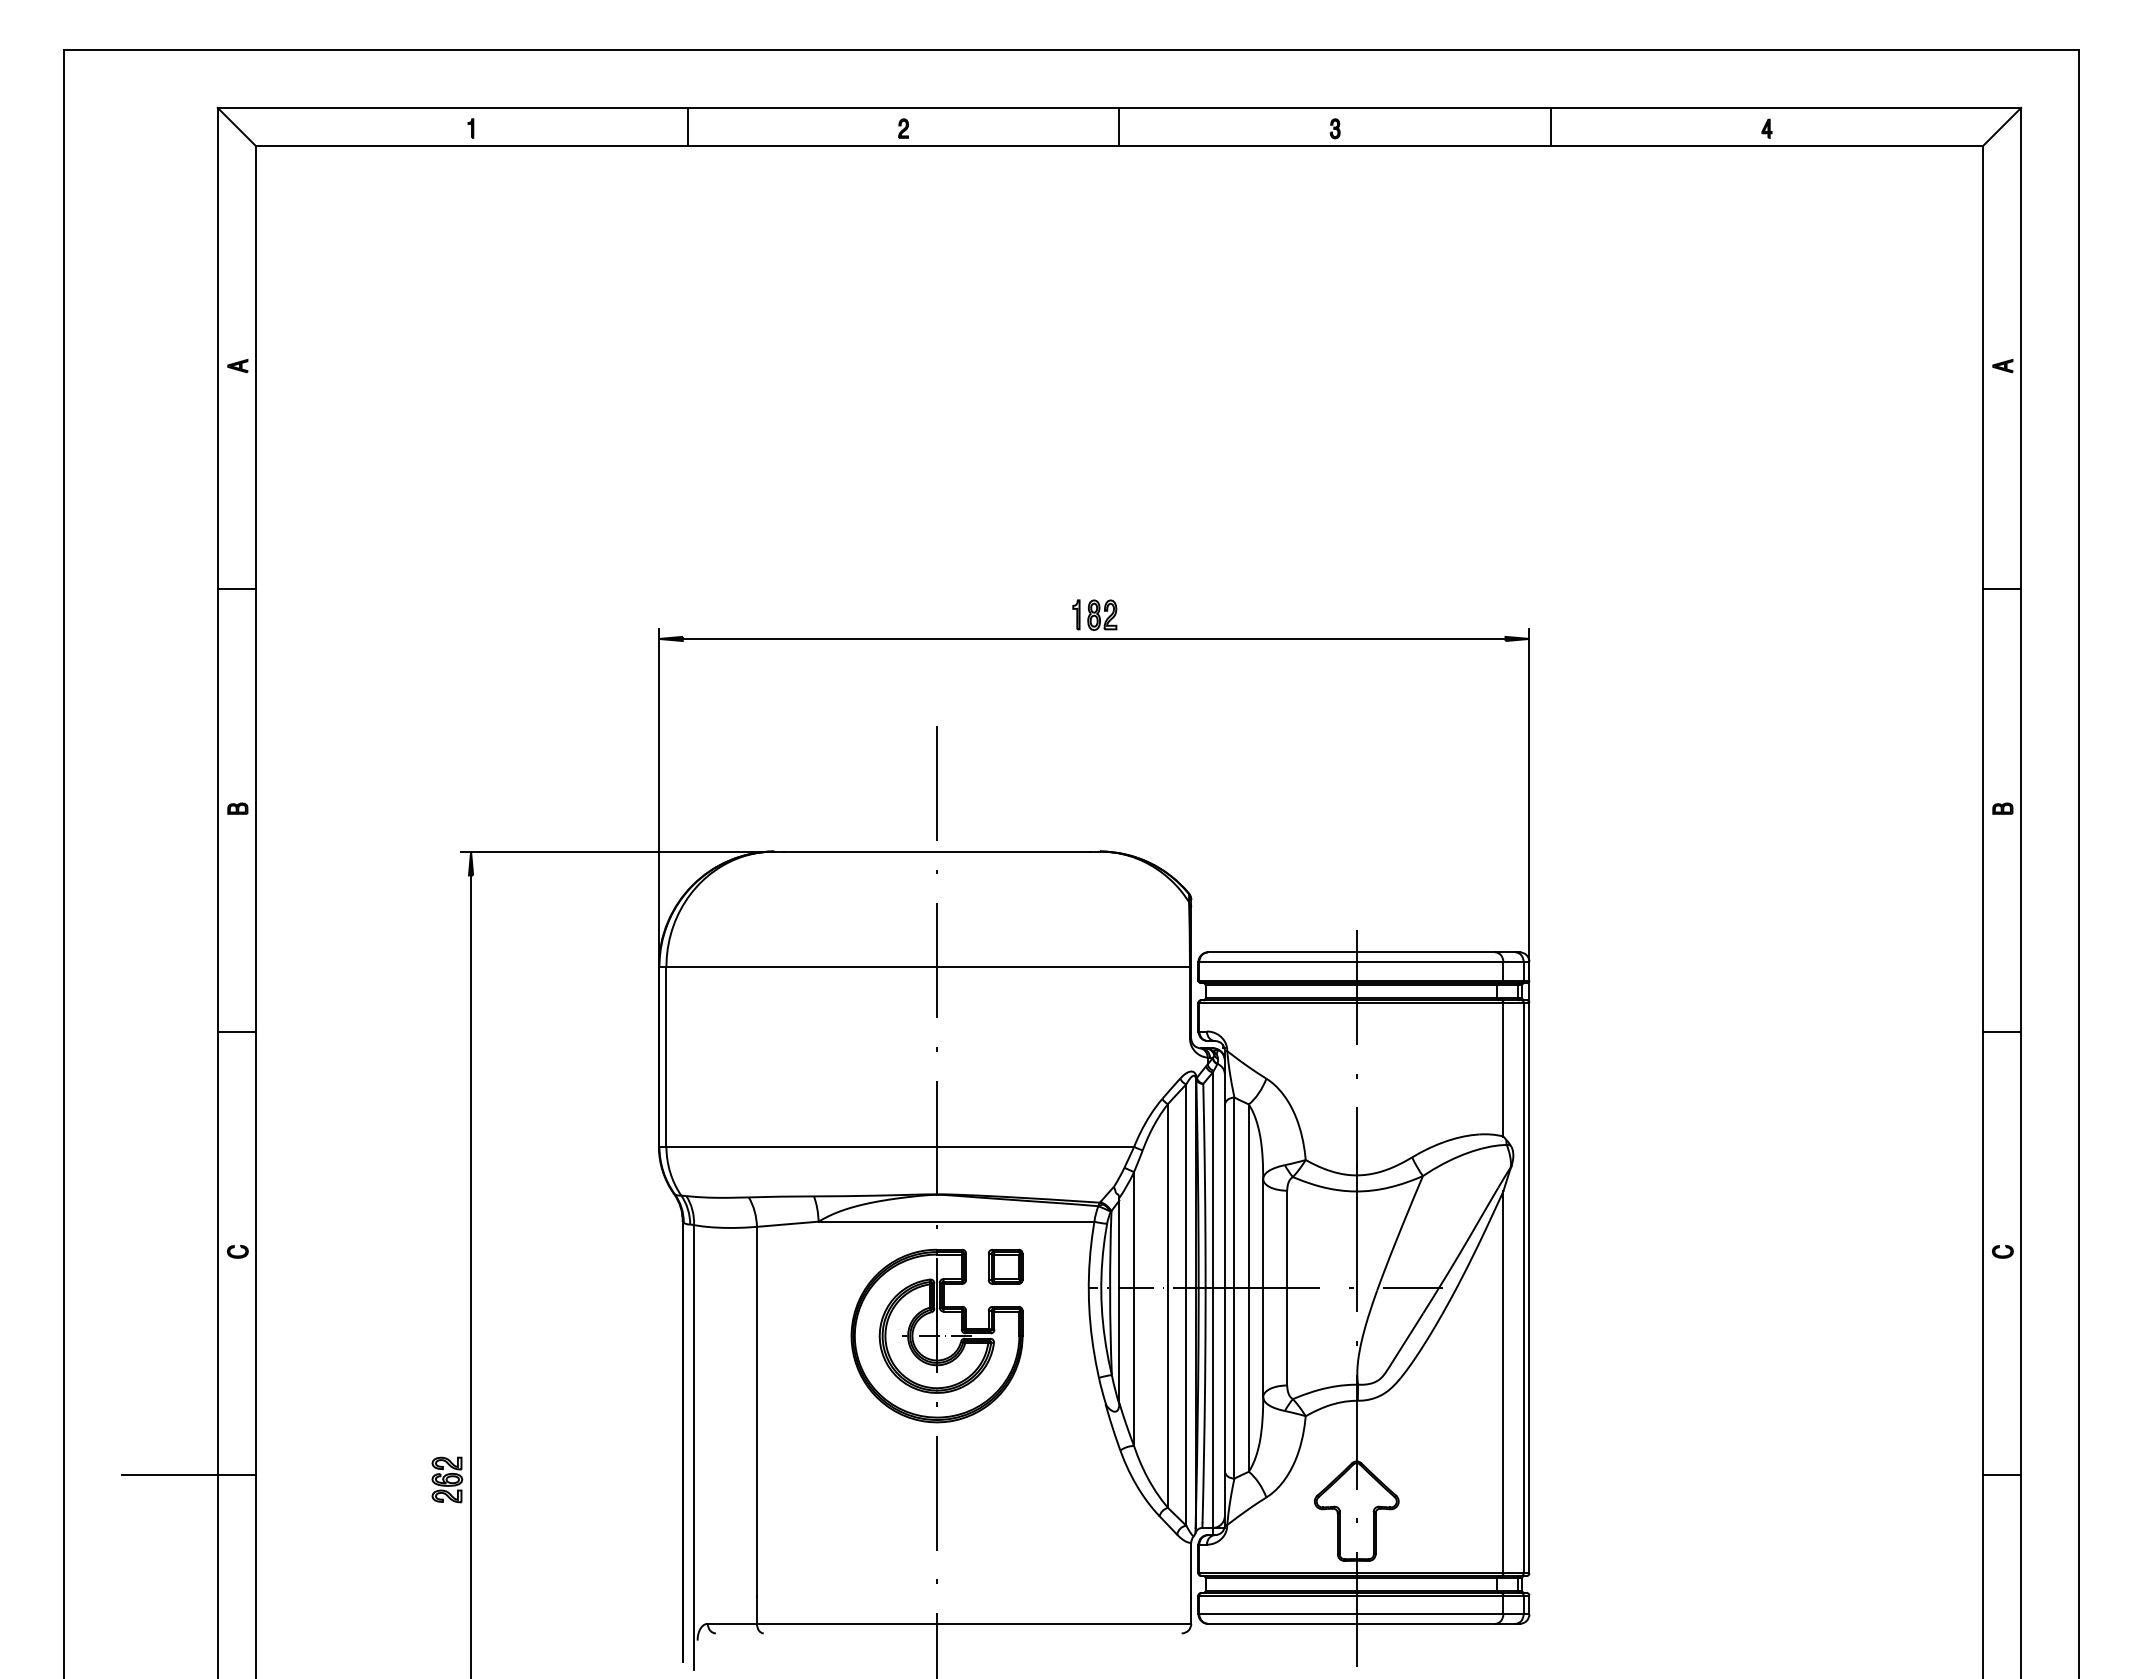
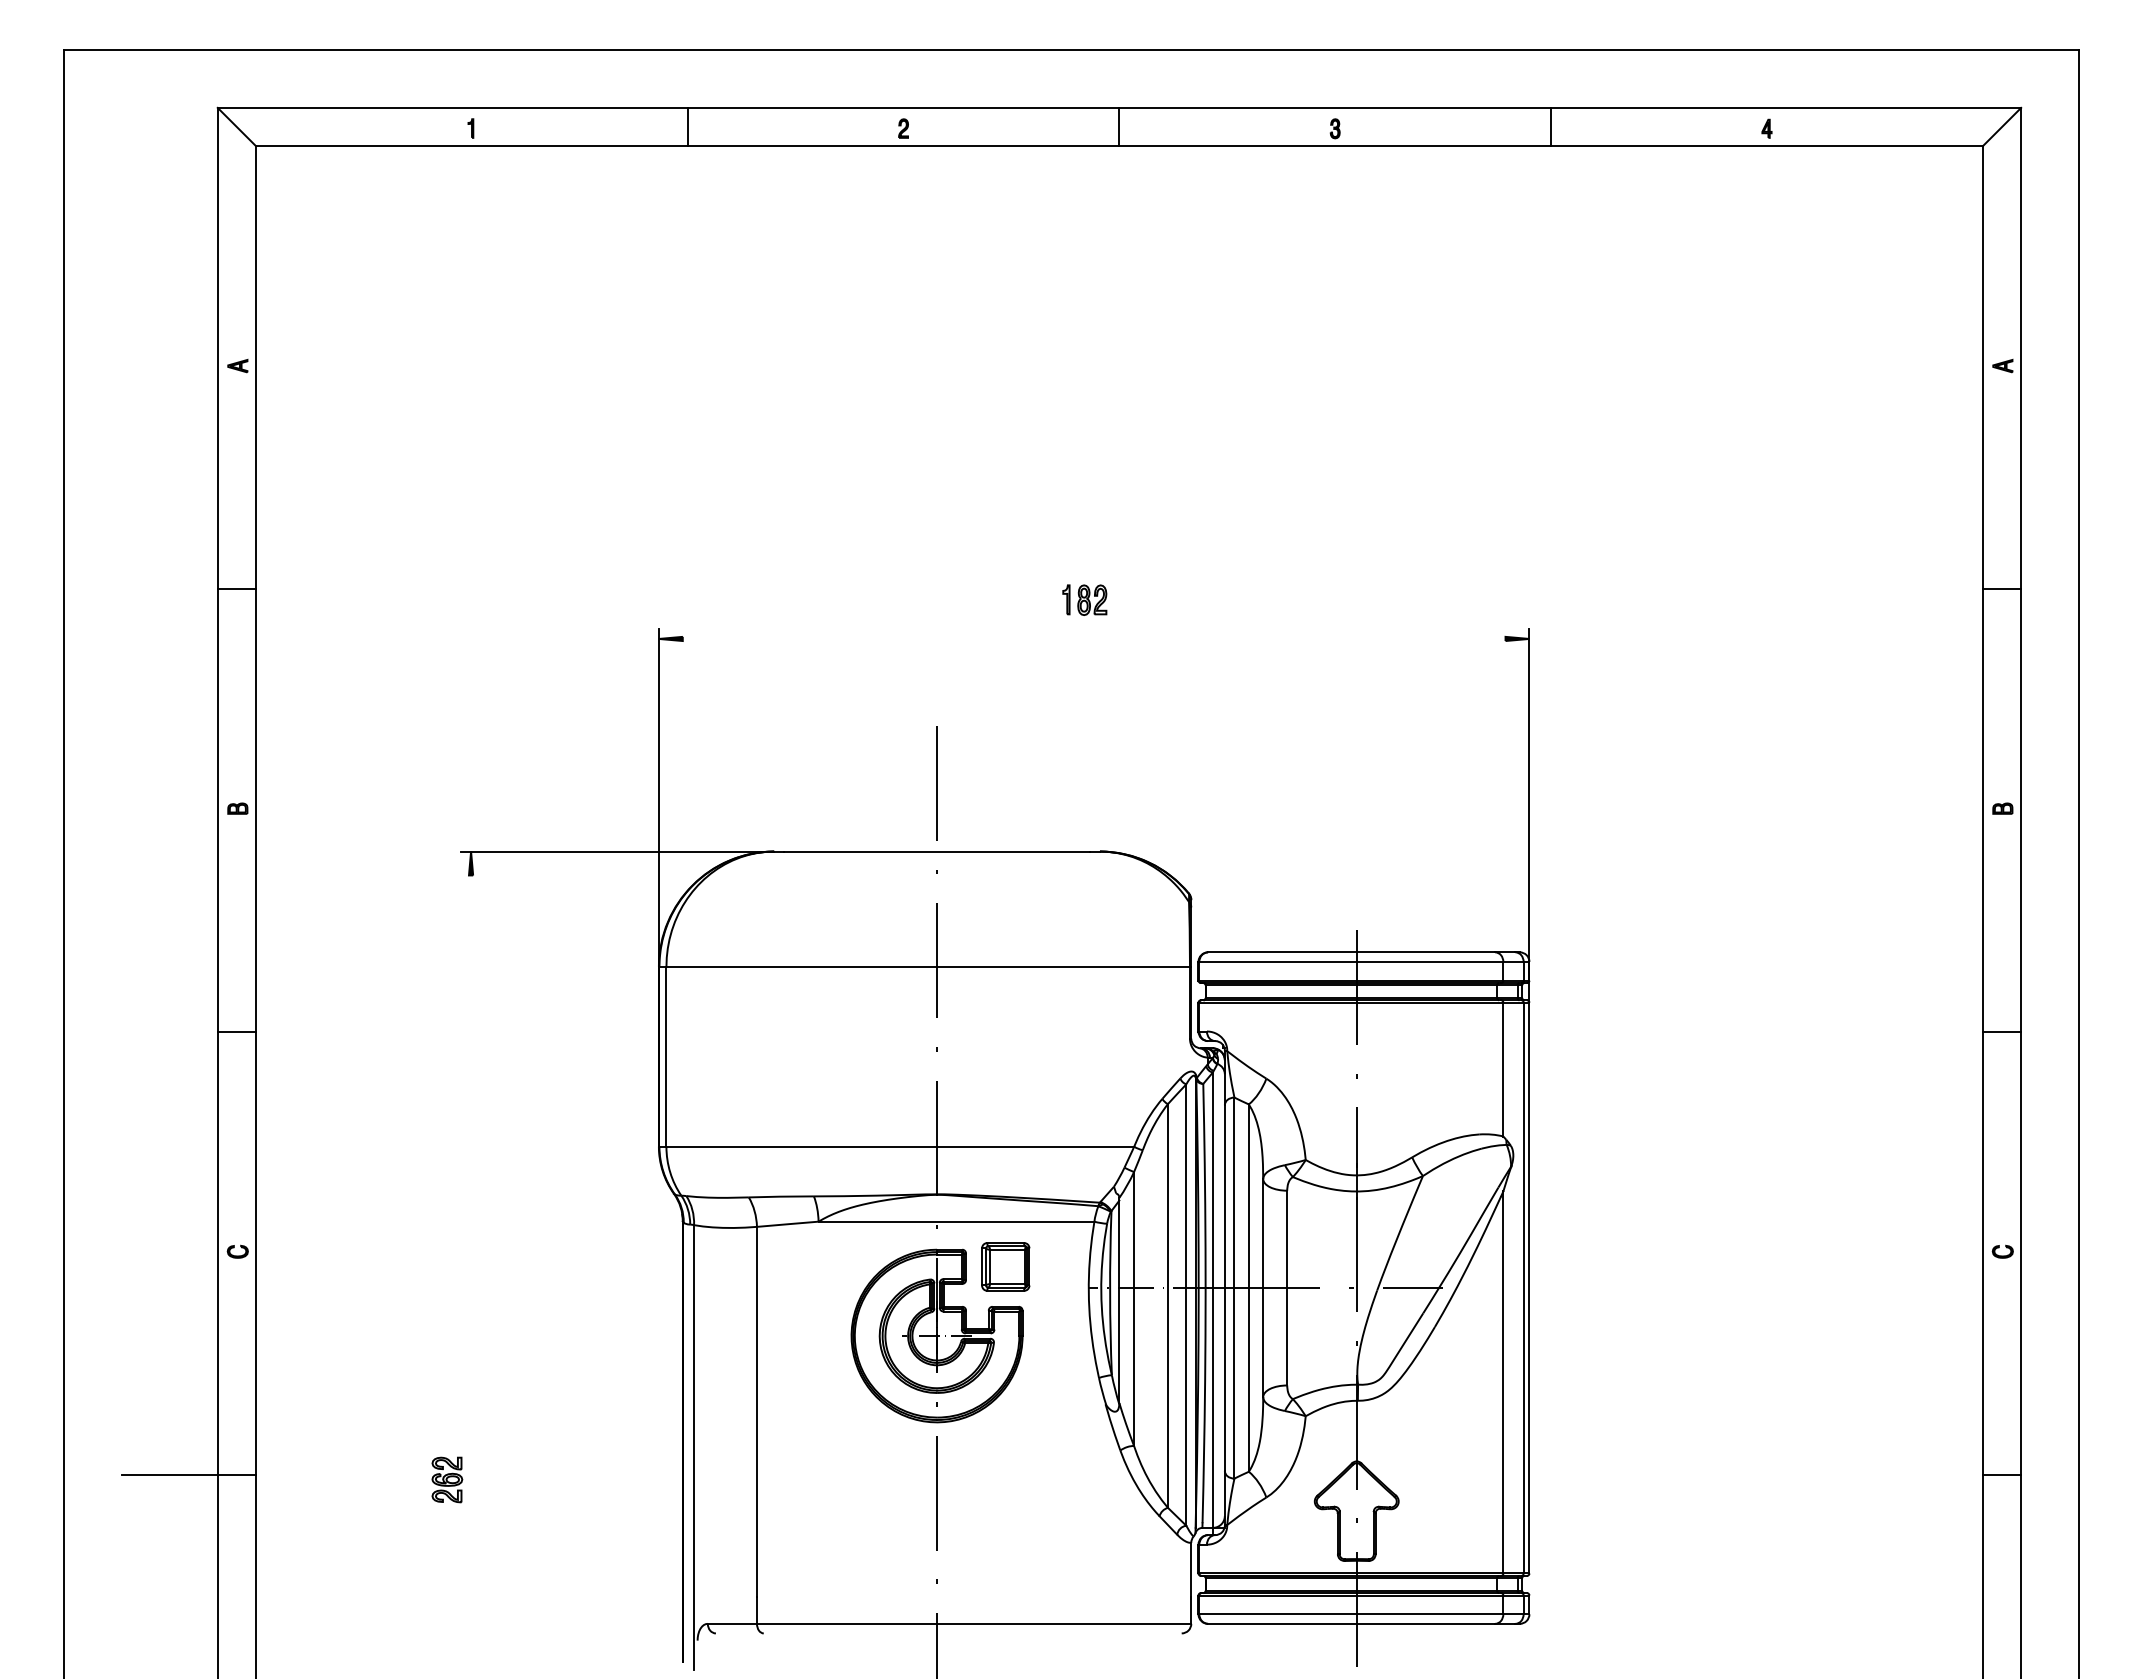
part at (1094, 614) position: (1094, 614) -> (1084, 599)
line at (1093, 638): present -> none
part at (1005, 1266) size: 37x37 px -> 50x50 px
line at (471, 1275): present -> none
